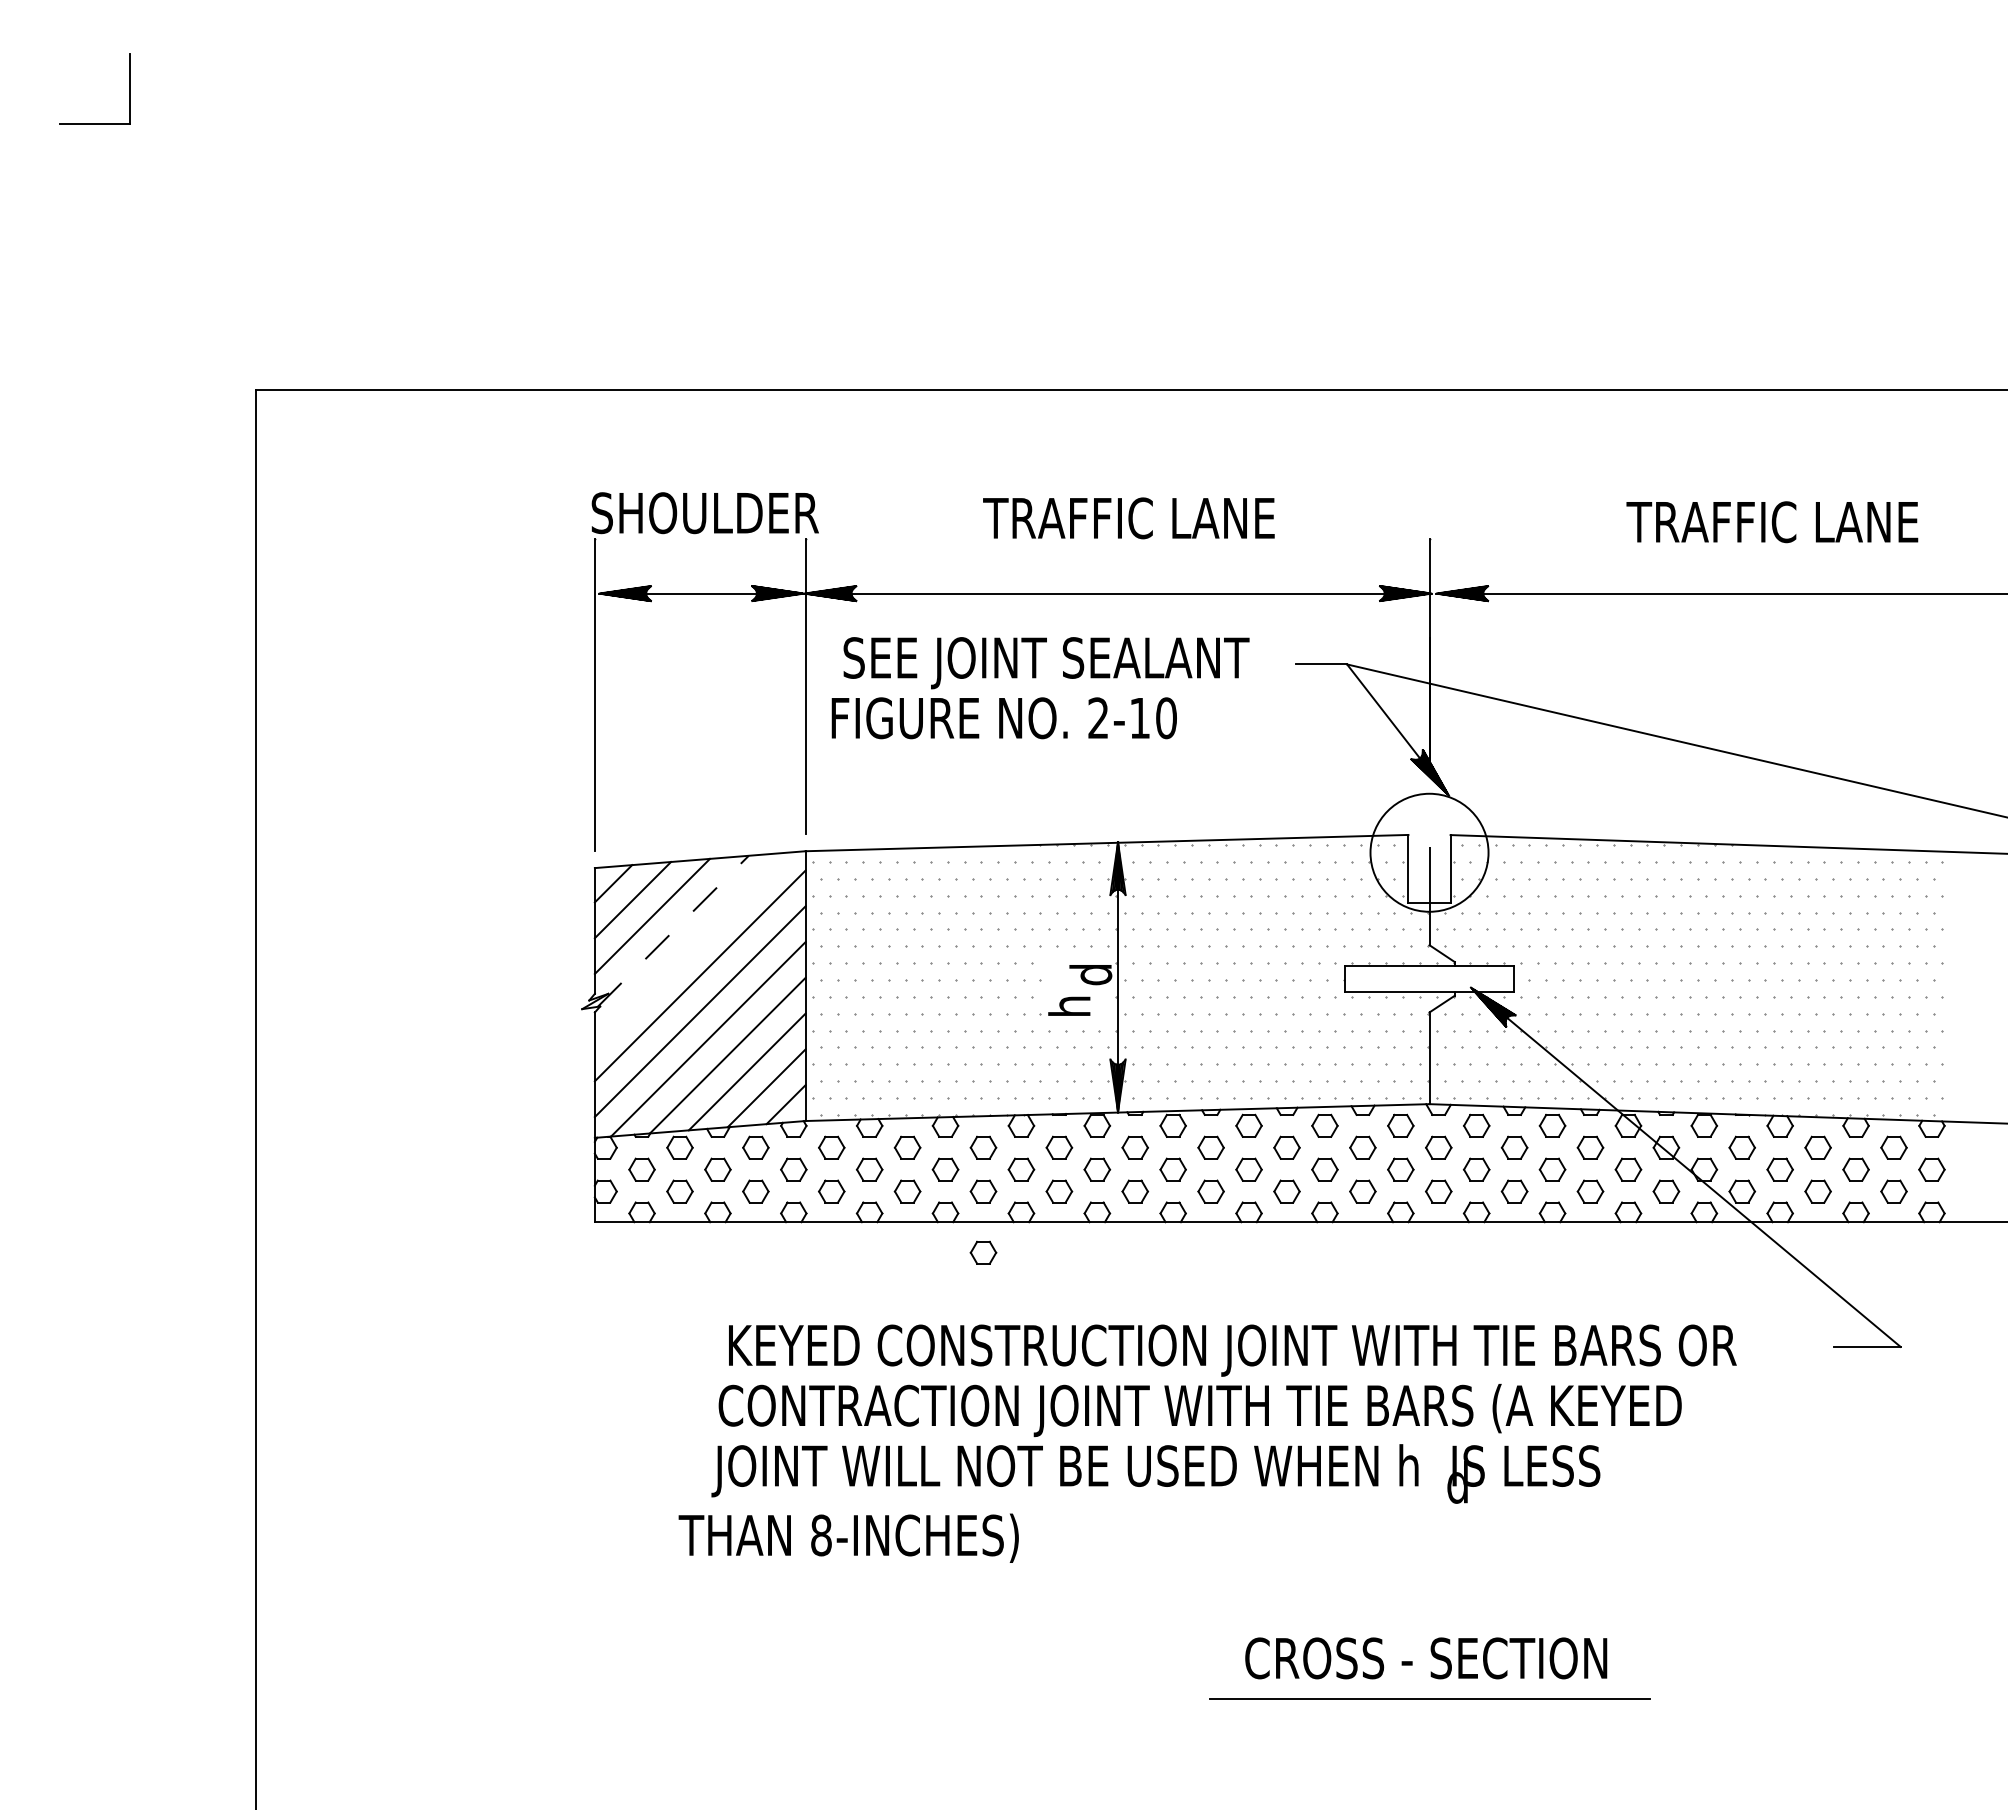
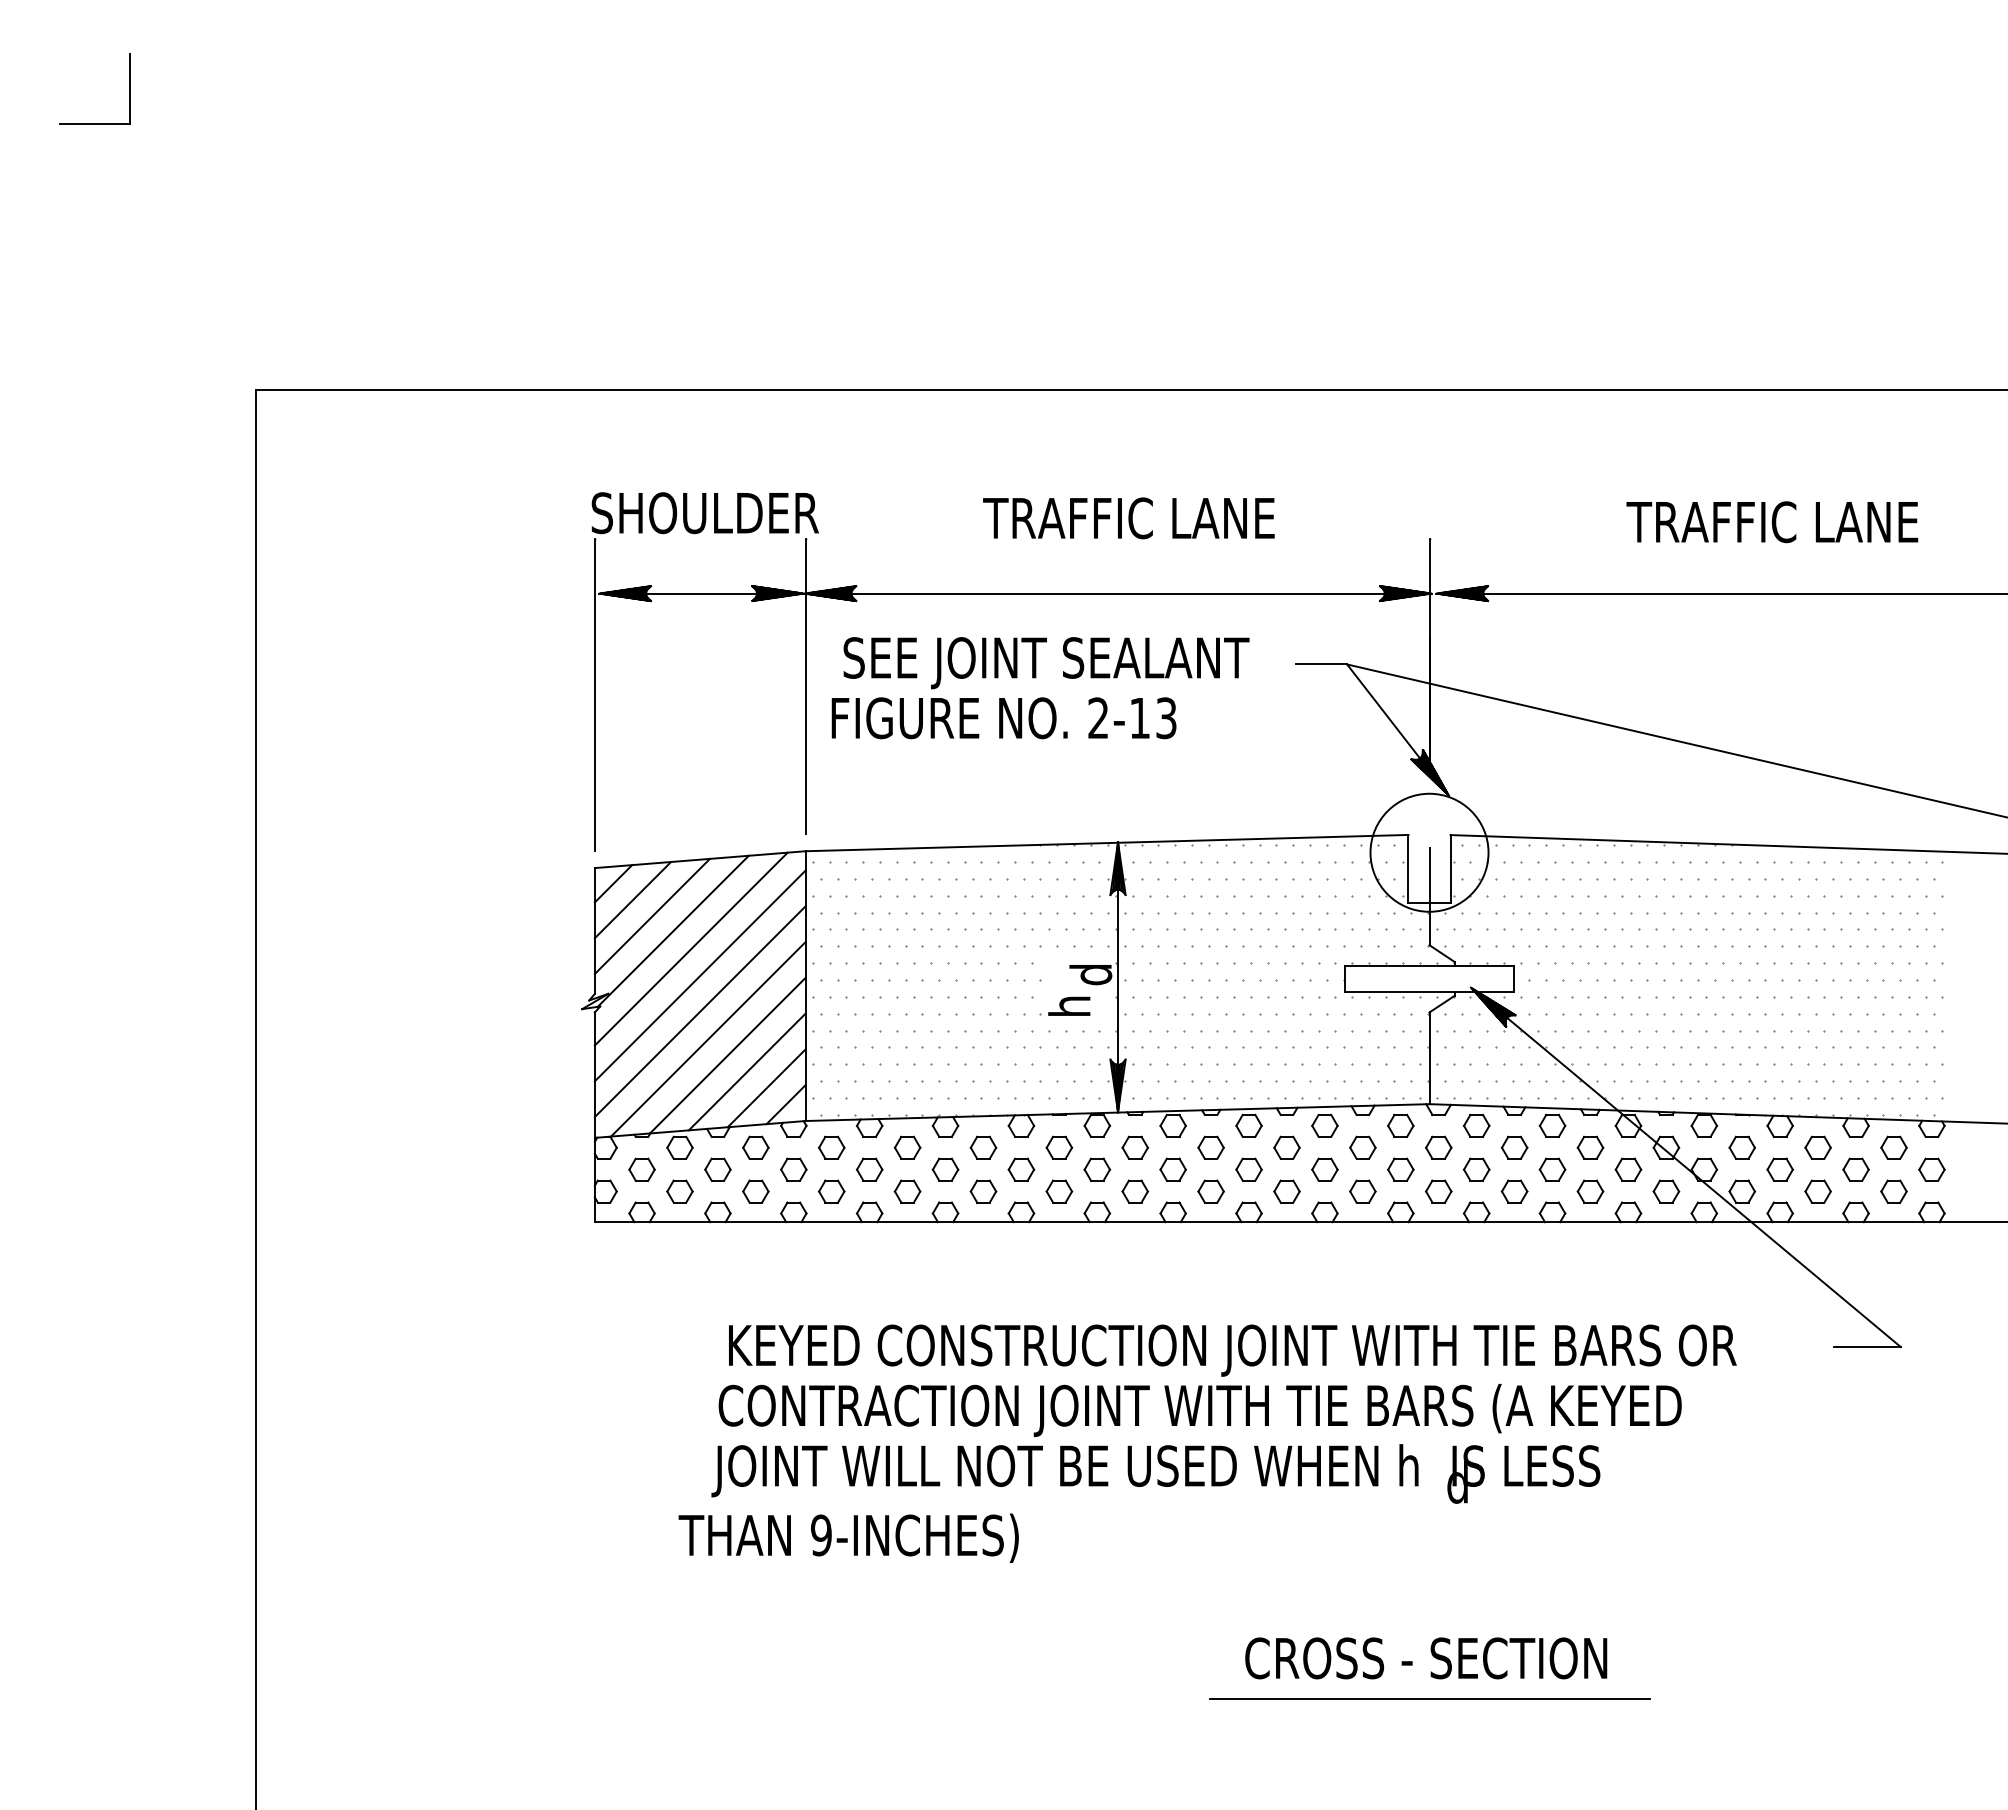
text at (1166, 718): 2-10 -> 2-13
line at (673, 931): dashed -> solid
line at (690, 948): none -> present
part at (983, 1252): present -> none
text at (821, 1535): 8-INCHES) -> 9-INCHES)
